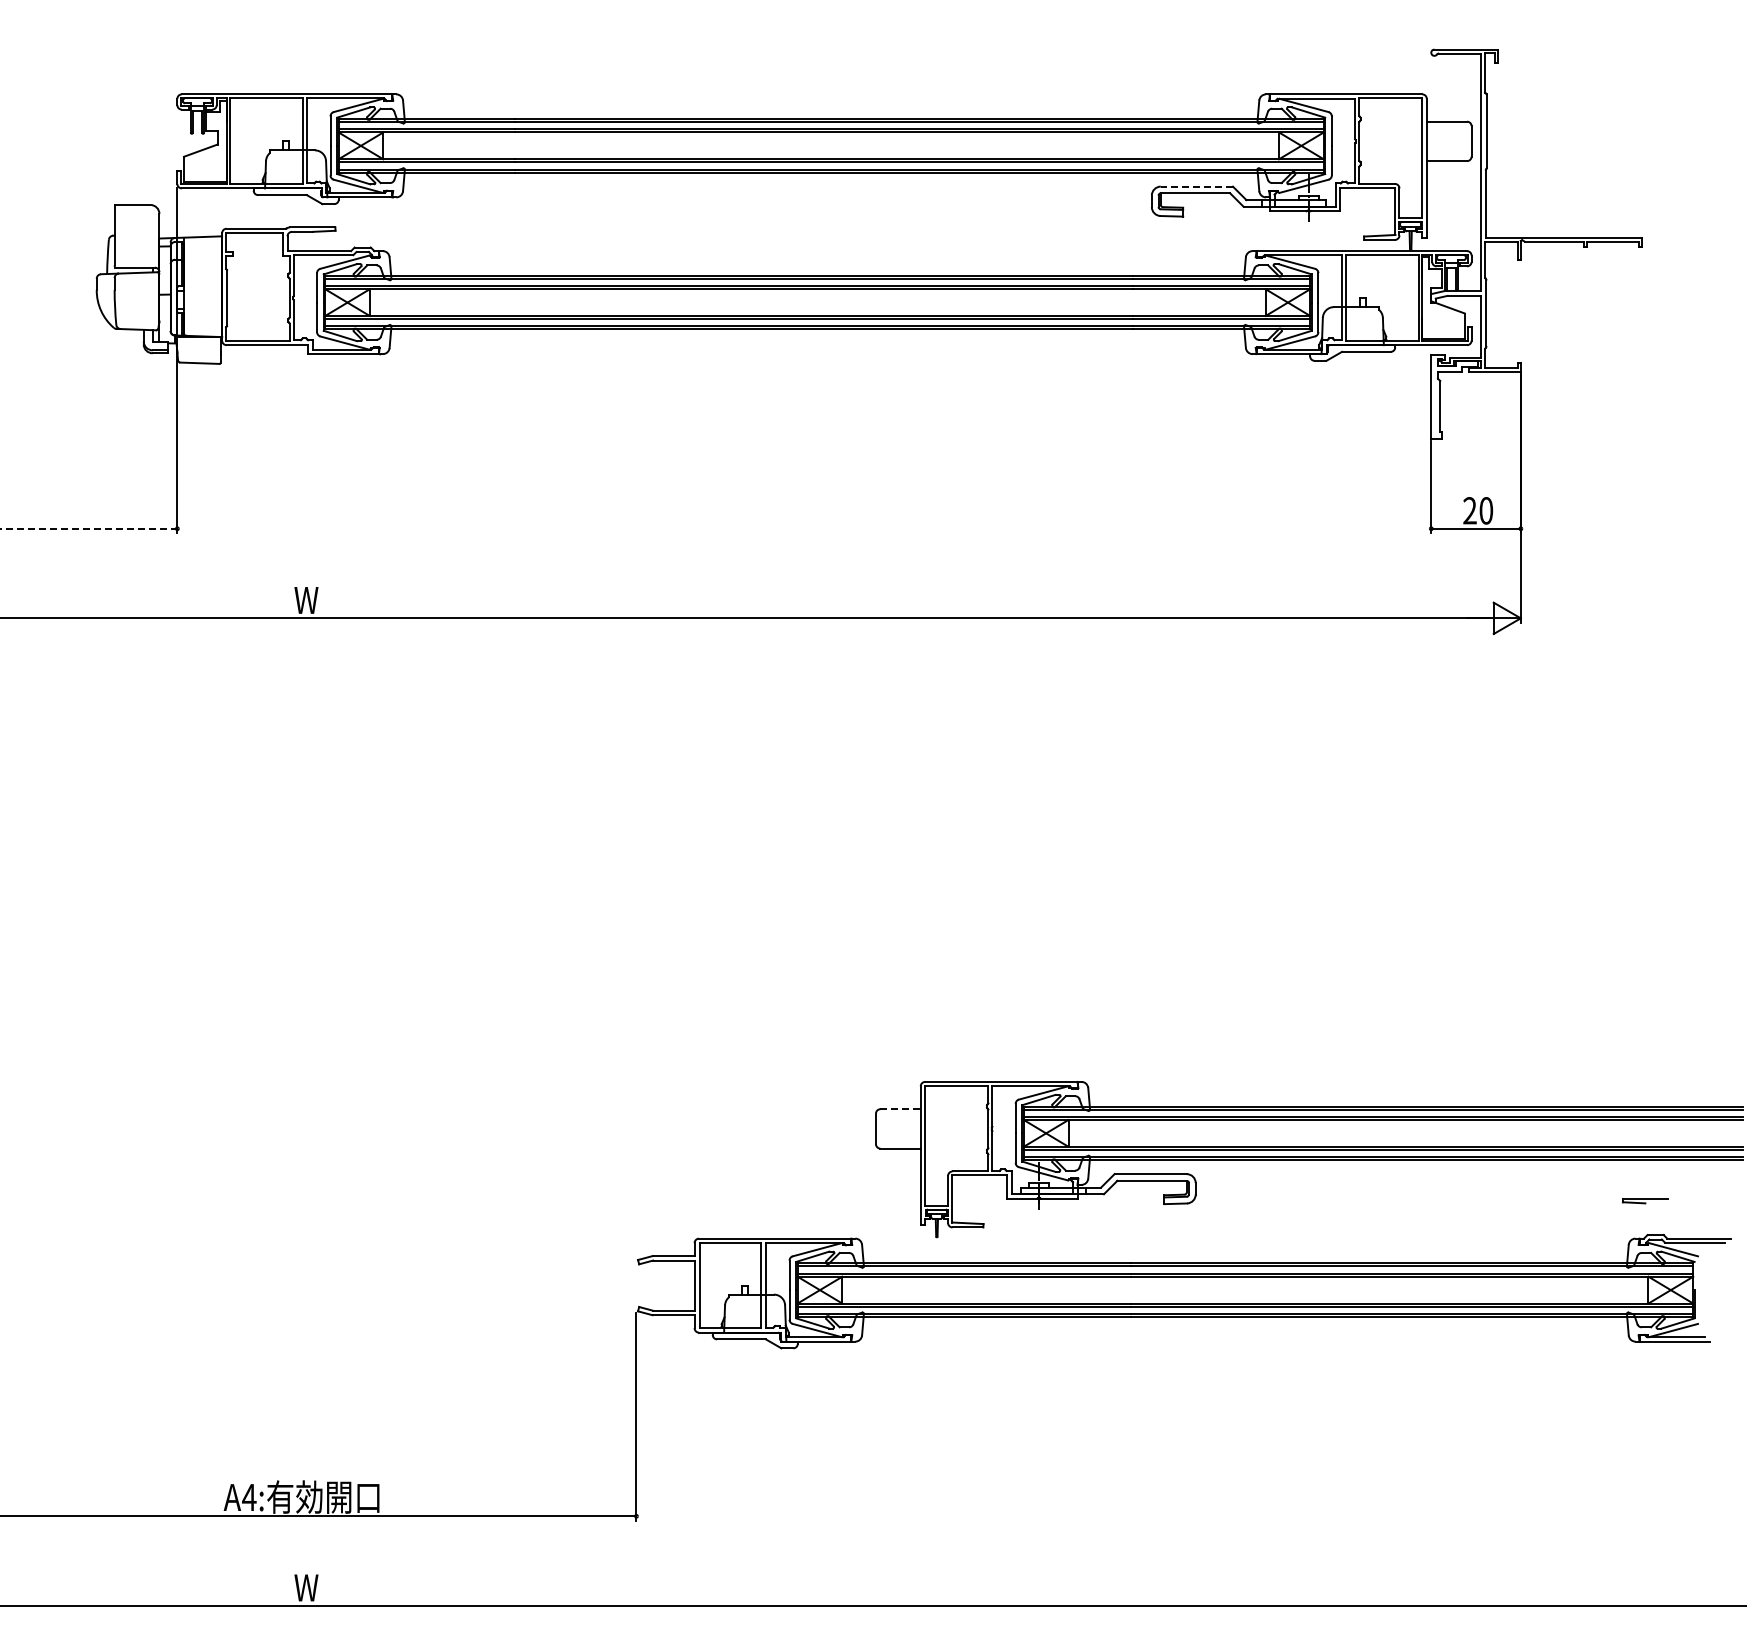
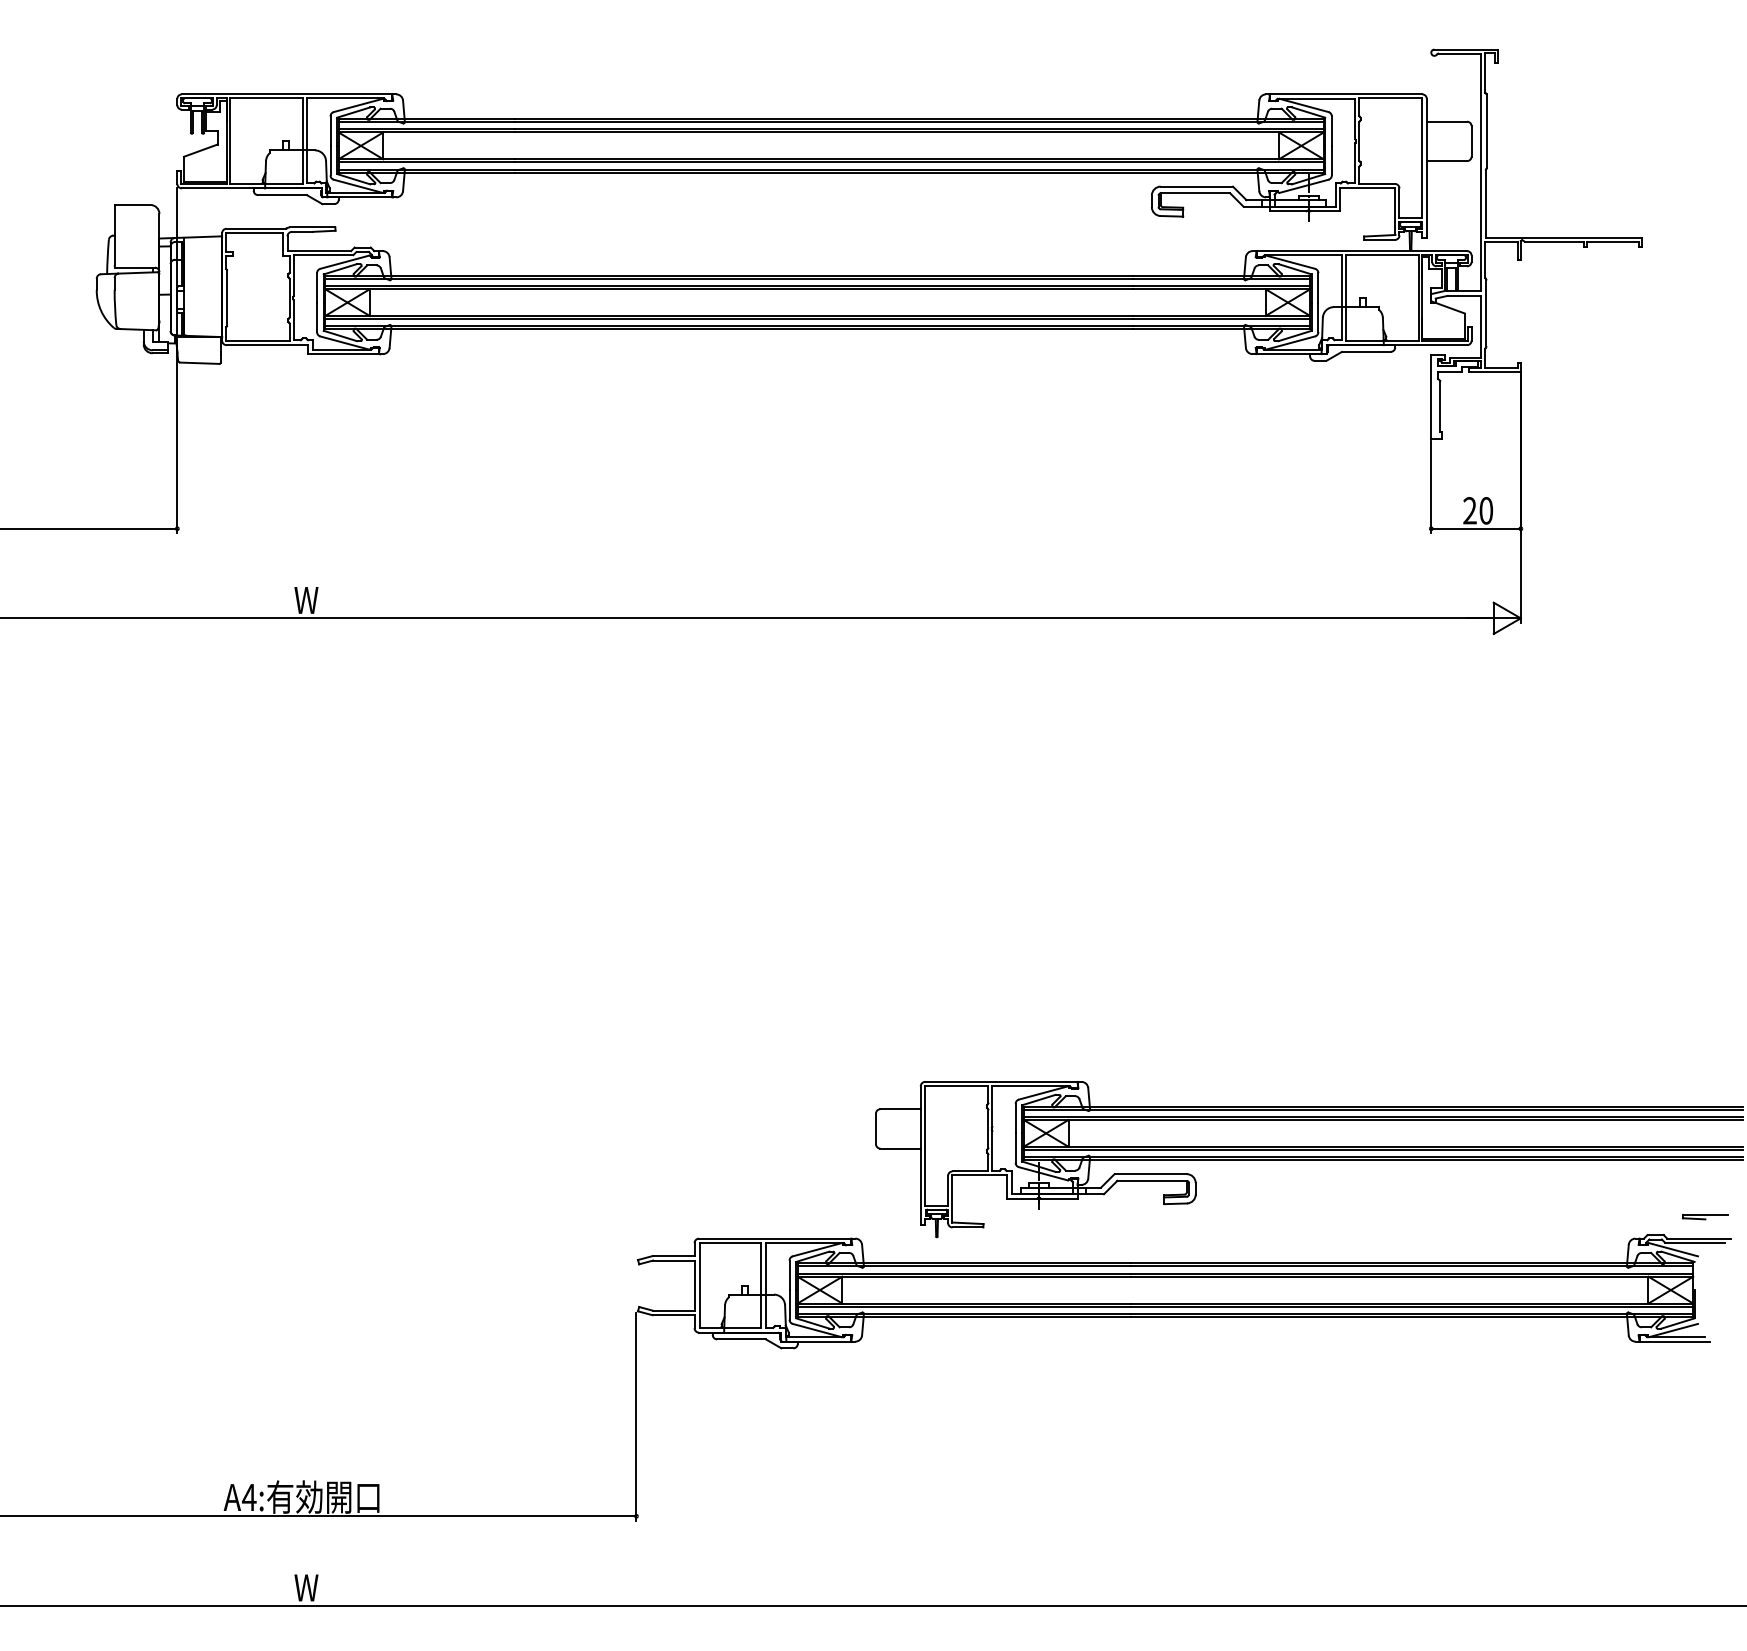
line at (1196, 186): dashed -> solid
line at (89, 528): dashed -> solid
line at (901, 1109): dashed -> solid
part at (1645, 1201) position: (1645, 1201) -> (1705, 1217)
